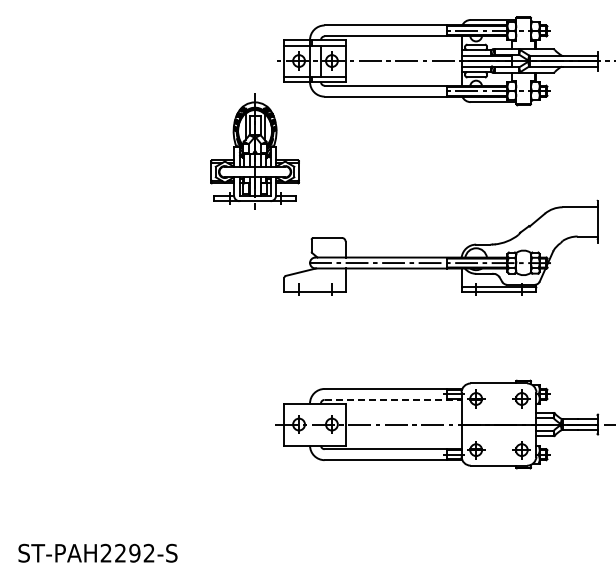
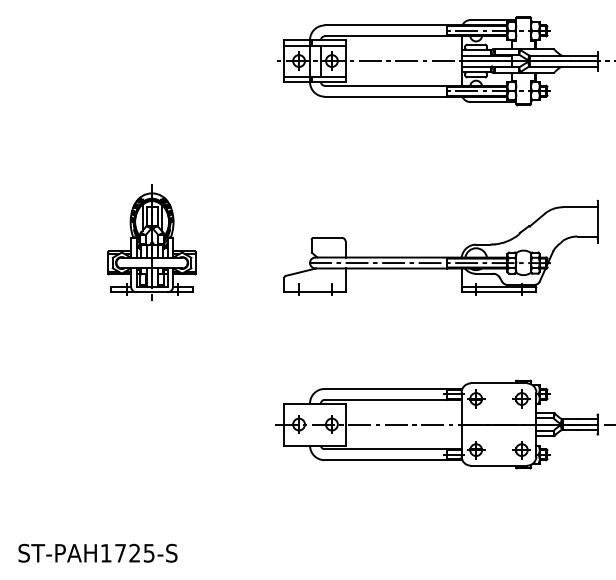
part at (254, 151) position: (254, 151) -> (151, 242)
line at (393, 399): dashed -> solid
text at (127, 552): ST-PAH2292-S -> ST-PAH1725-S
